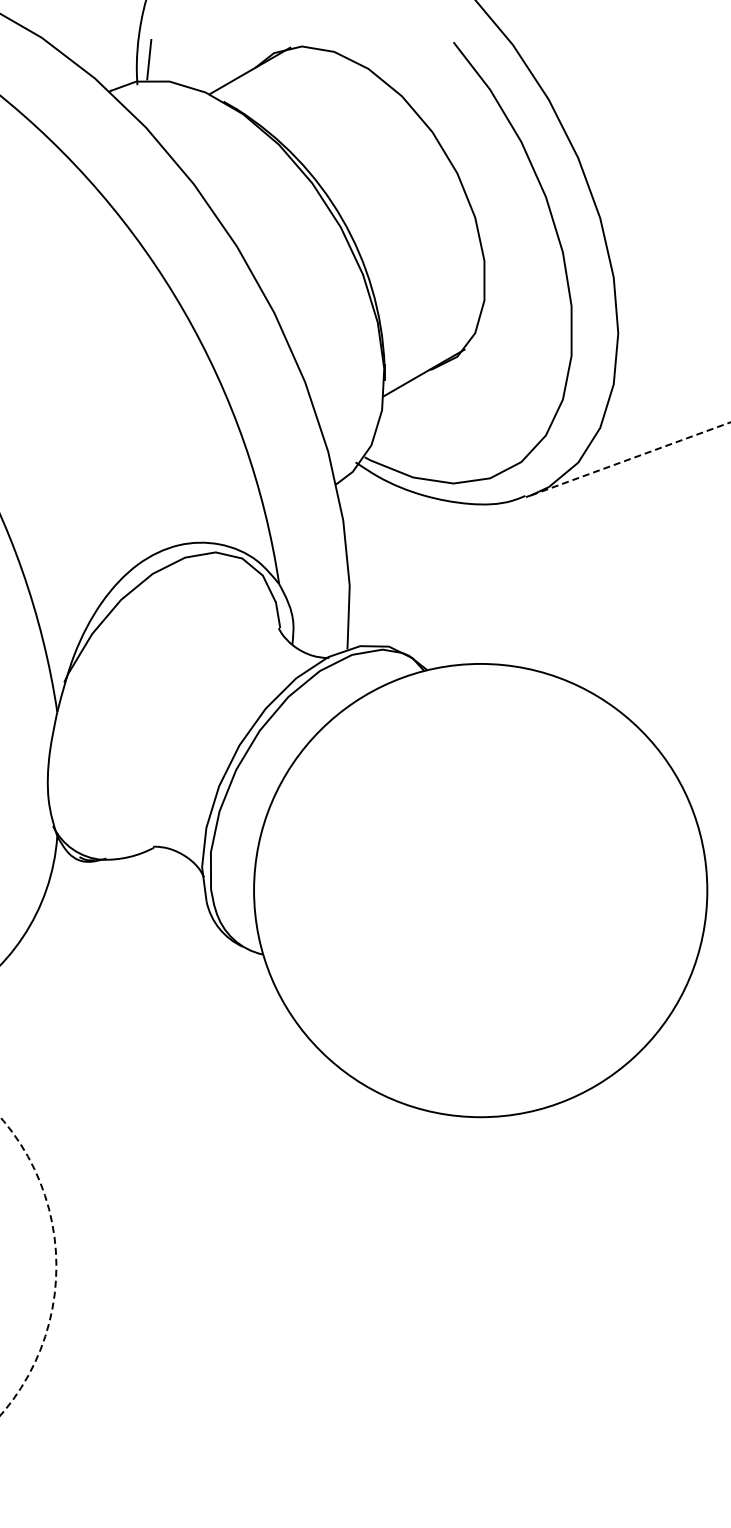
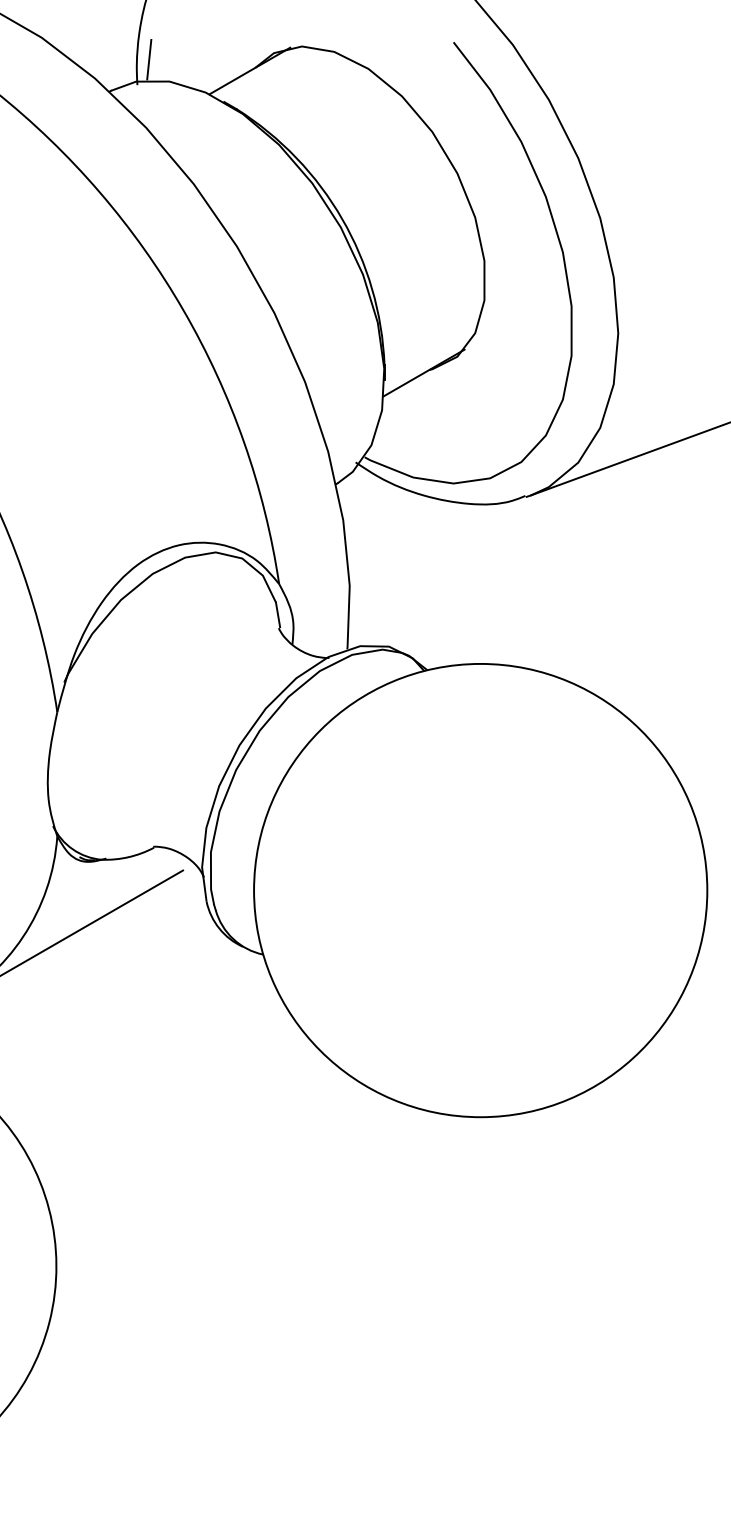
line at (631, 458): dashed -> solid
line at (92, 922): none -> present
arc at (56, 1265): dashed -> solid
